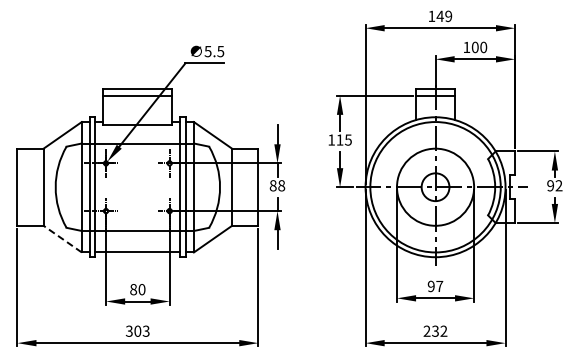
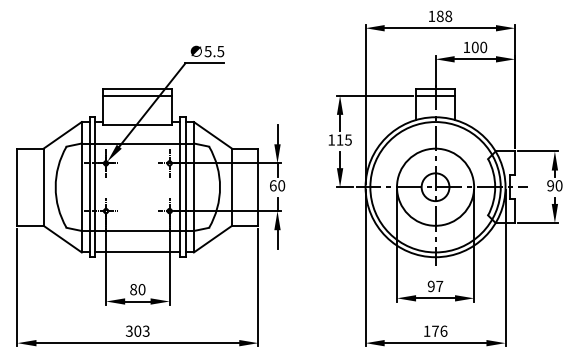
text at (444, 16): 149 -> 188
text at (277, 185): 88 -> 60
text at (558, 185): 92 -> 90
line at (62, 238): dashed -> solid
text at (435, 330): 232 -> 176
